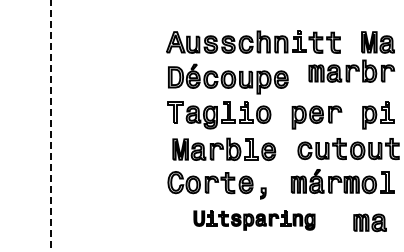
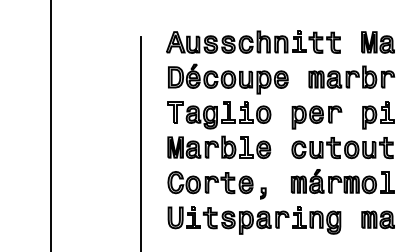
part at (351, 70) position: (351, 70) -> (351, 76)
line at (50, 125): dashed -> solid
line at (140, 142): none -> present
part at (224, 149) position: (224, 149) -> (219, 147)
part at (348, 149) position: (348, 149) -> (342, 148)
part at (254, 220) size: 123x21 px -> 175x29 px
part at (369, 222) position: (369, 222) -> (377, 219)
